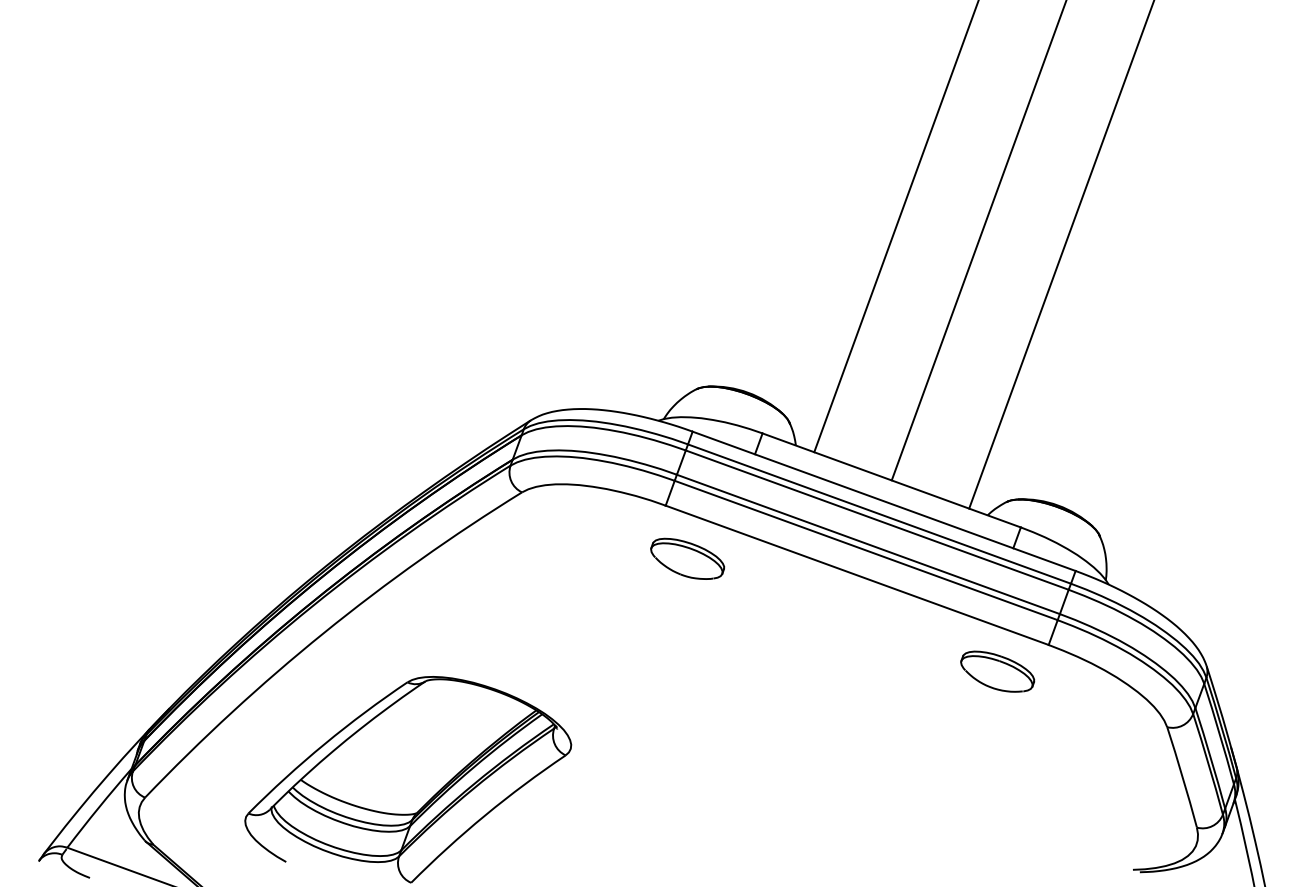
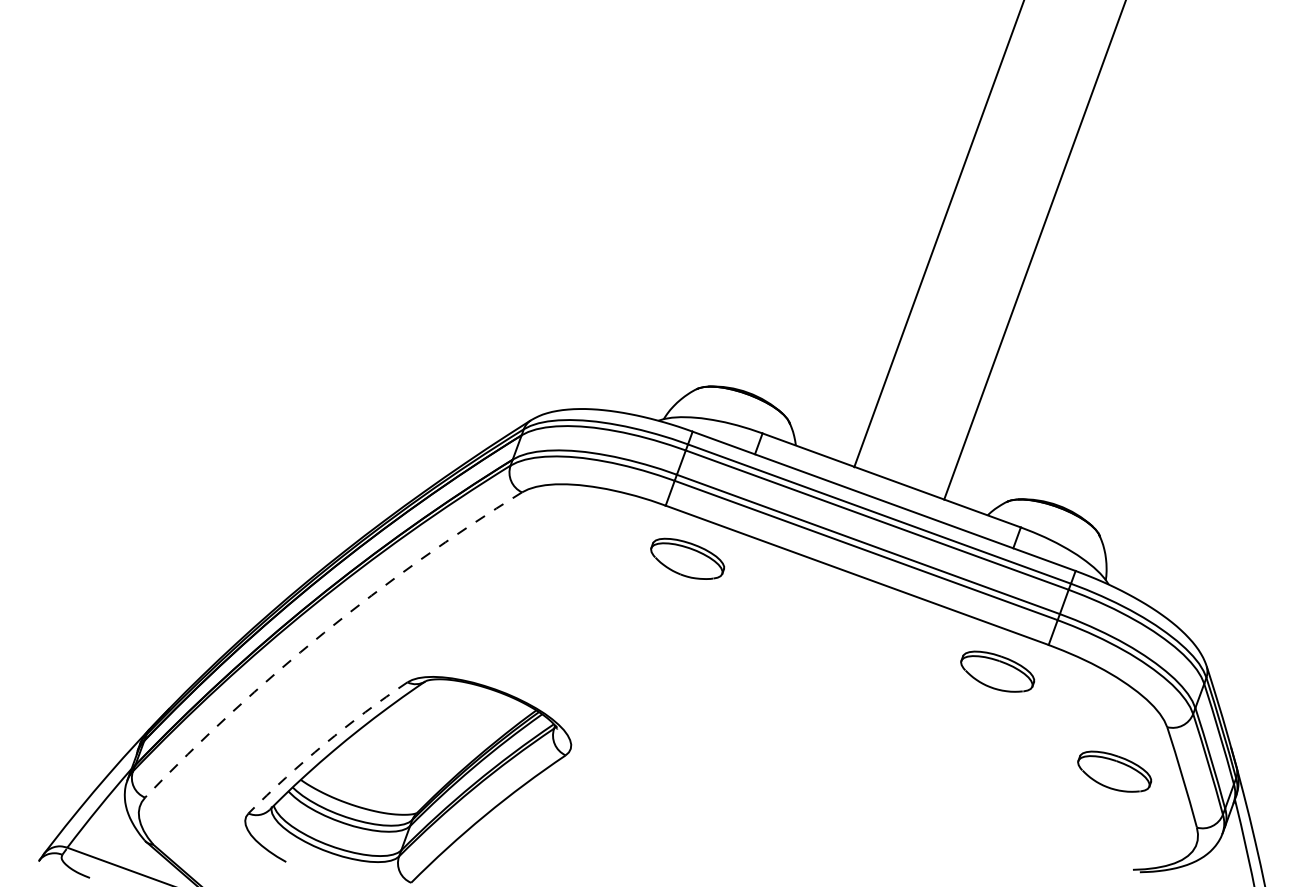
line at (896, 227) position: (896, 227) -> (938, 234)
line at (978, 241): present -> none
line at (1061, 255) position: (1061, 255) -> (1034, 250)
arc at (323, 633): solid -> dashed
arc at (324, 744): solid -> dashed
part at (1114, 771): none -> present
